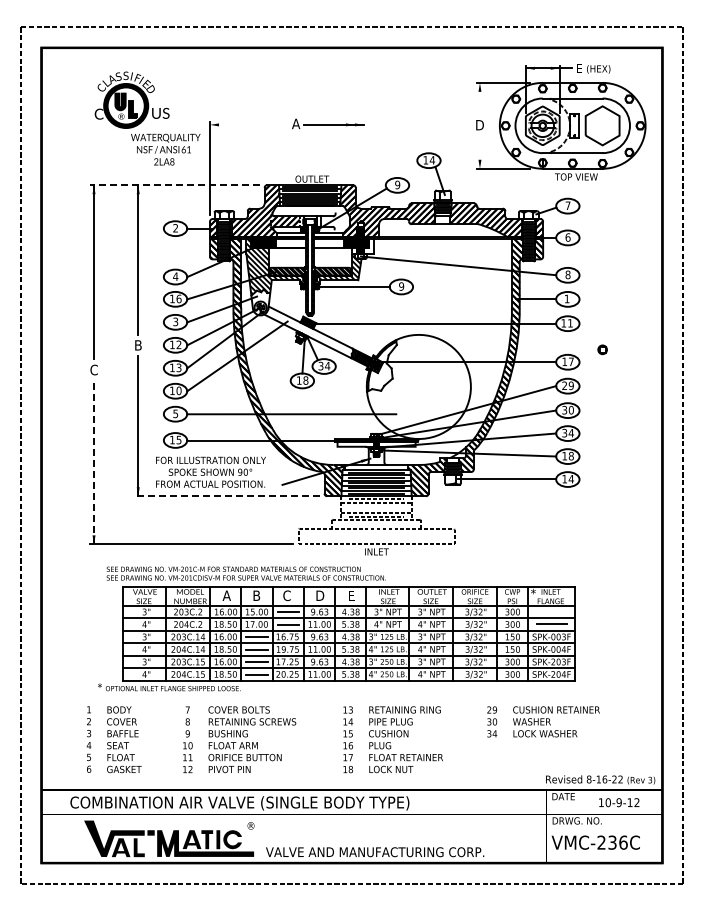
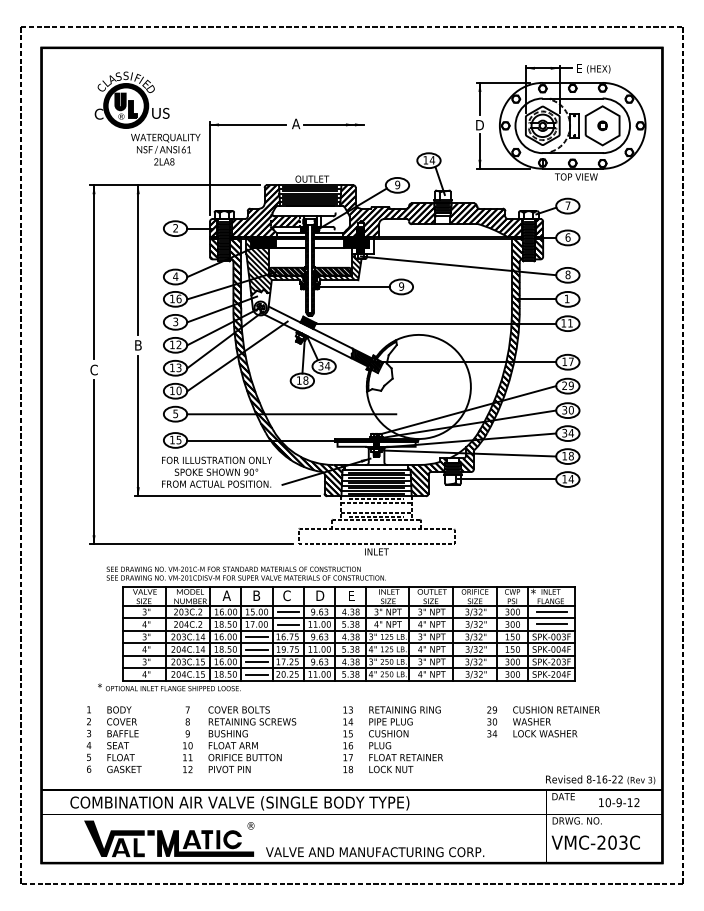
line at (479, 98): none -> present
line at (248, 124): none -> present
line at (479, 151): none -> present
line at (175, 185): dashed -> solid
part at (602, 349) position: (602, 349) -> (602, 125)
line at (94, 462): dashed -> solid
text at (210, 471) position: (210, 471) -> (216, 471)
line at (227, 496): dashed -> solid
line at (551, 611): none -> present
text at (617, 842): VMC-236C -> VMC-203C
